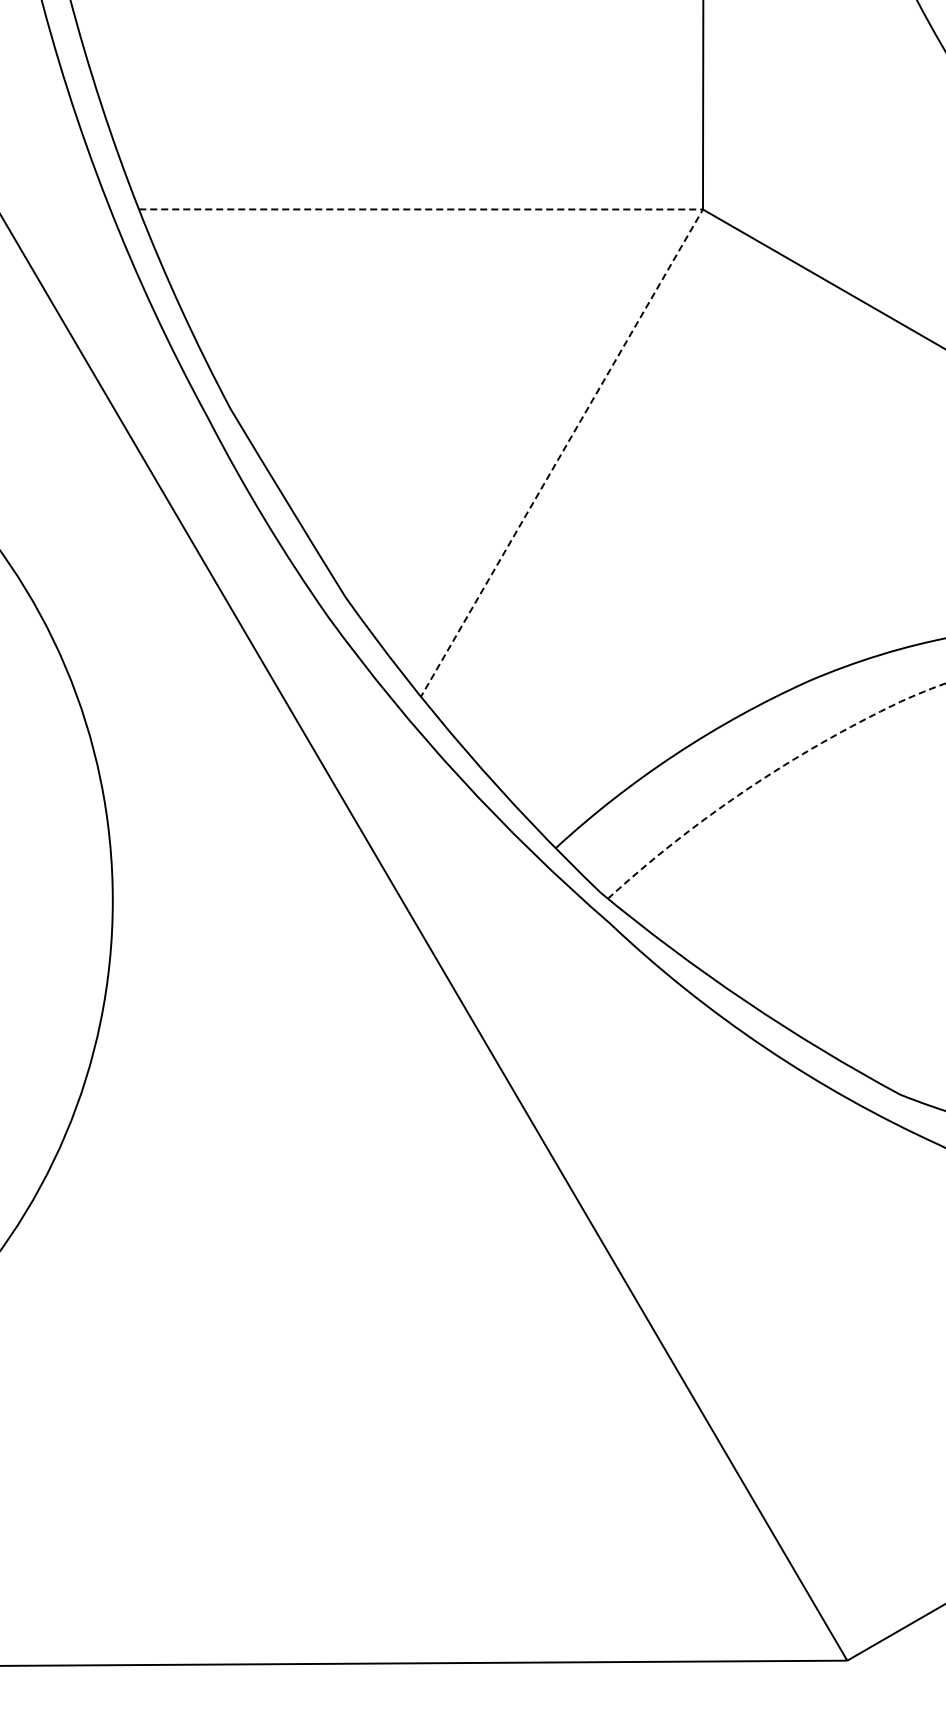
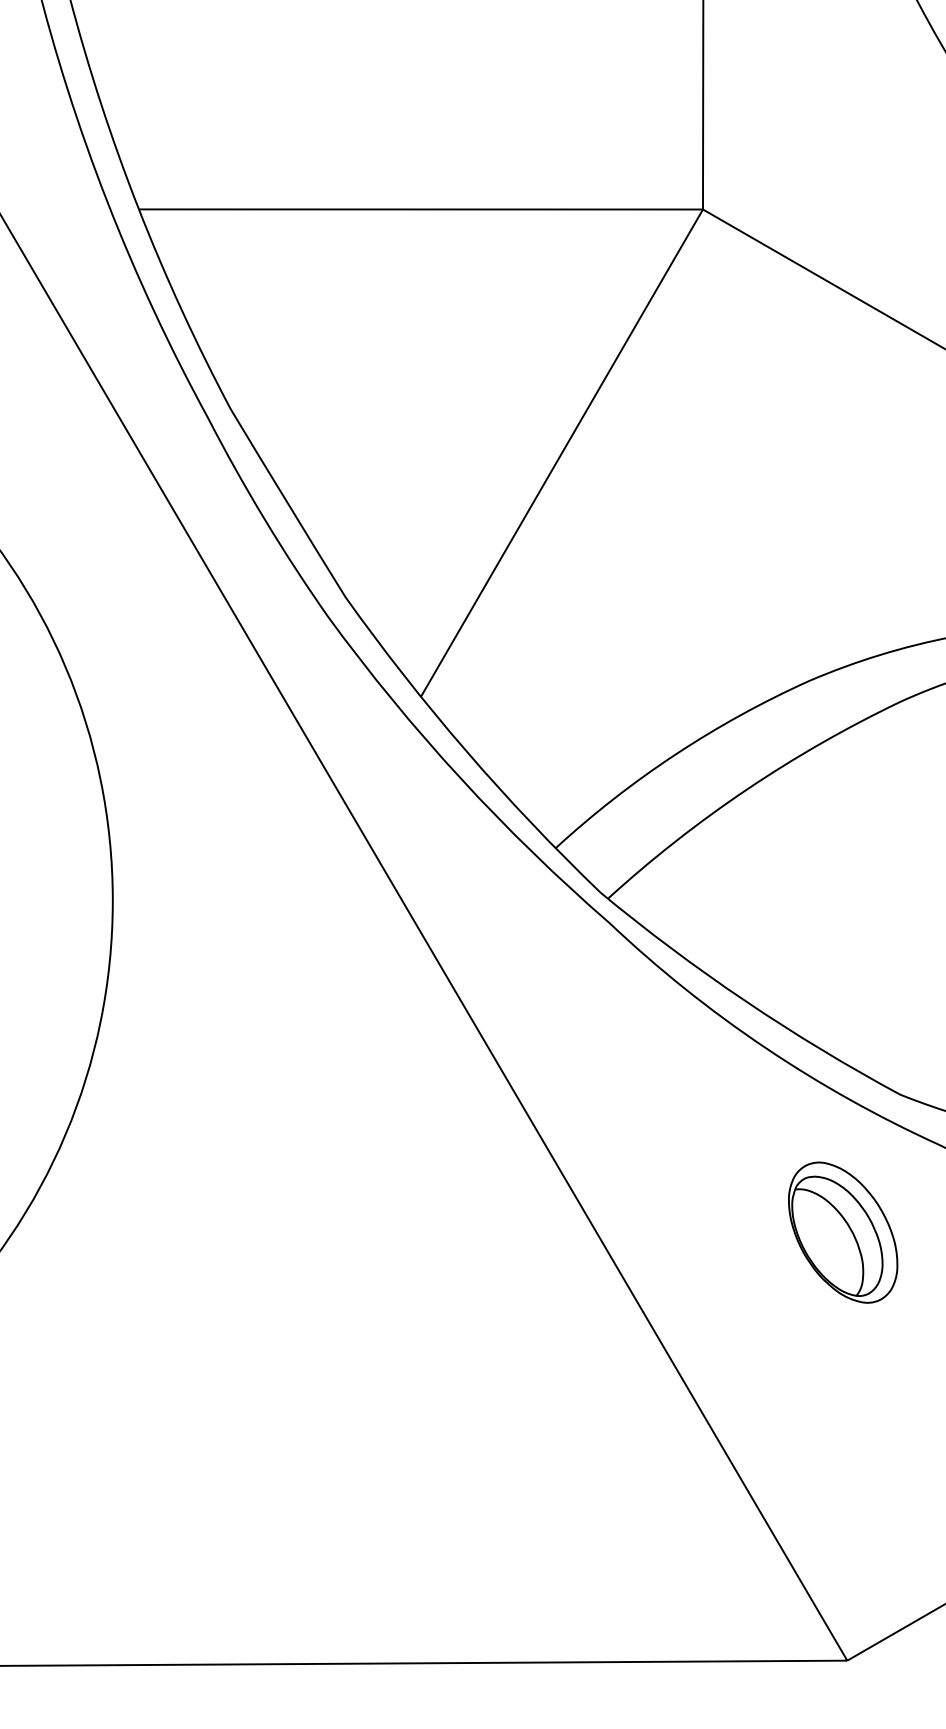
line at (703, 209): dashed -> solid
line at (767, 775): dashed -> solid
part at (843, 1232): none -> present
